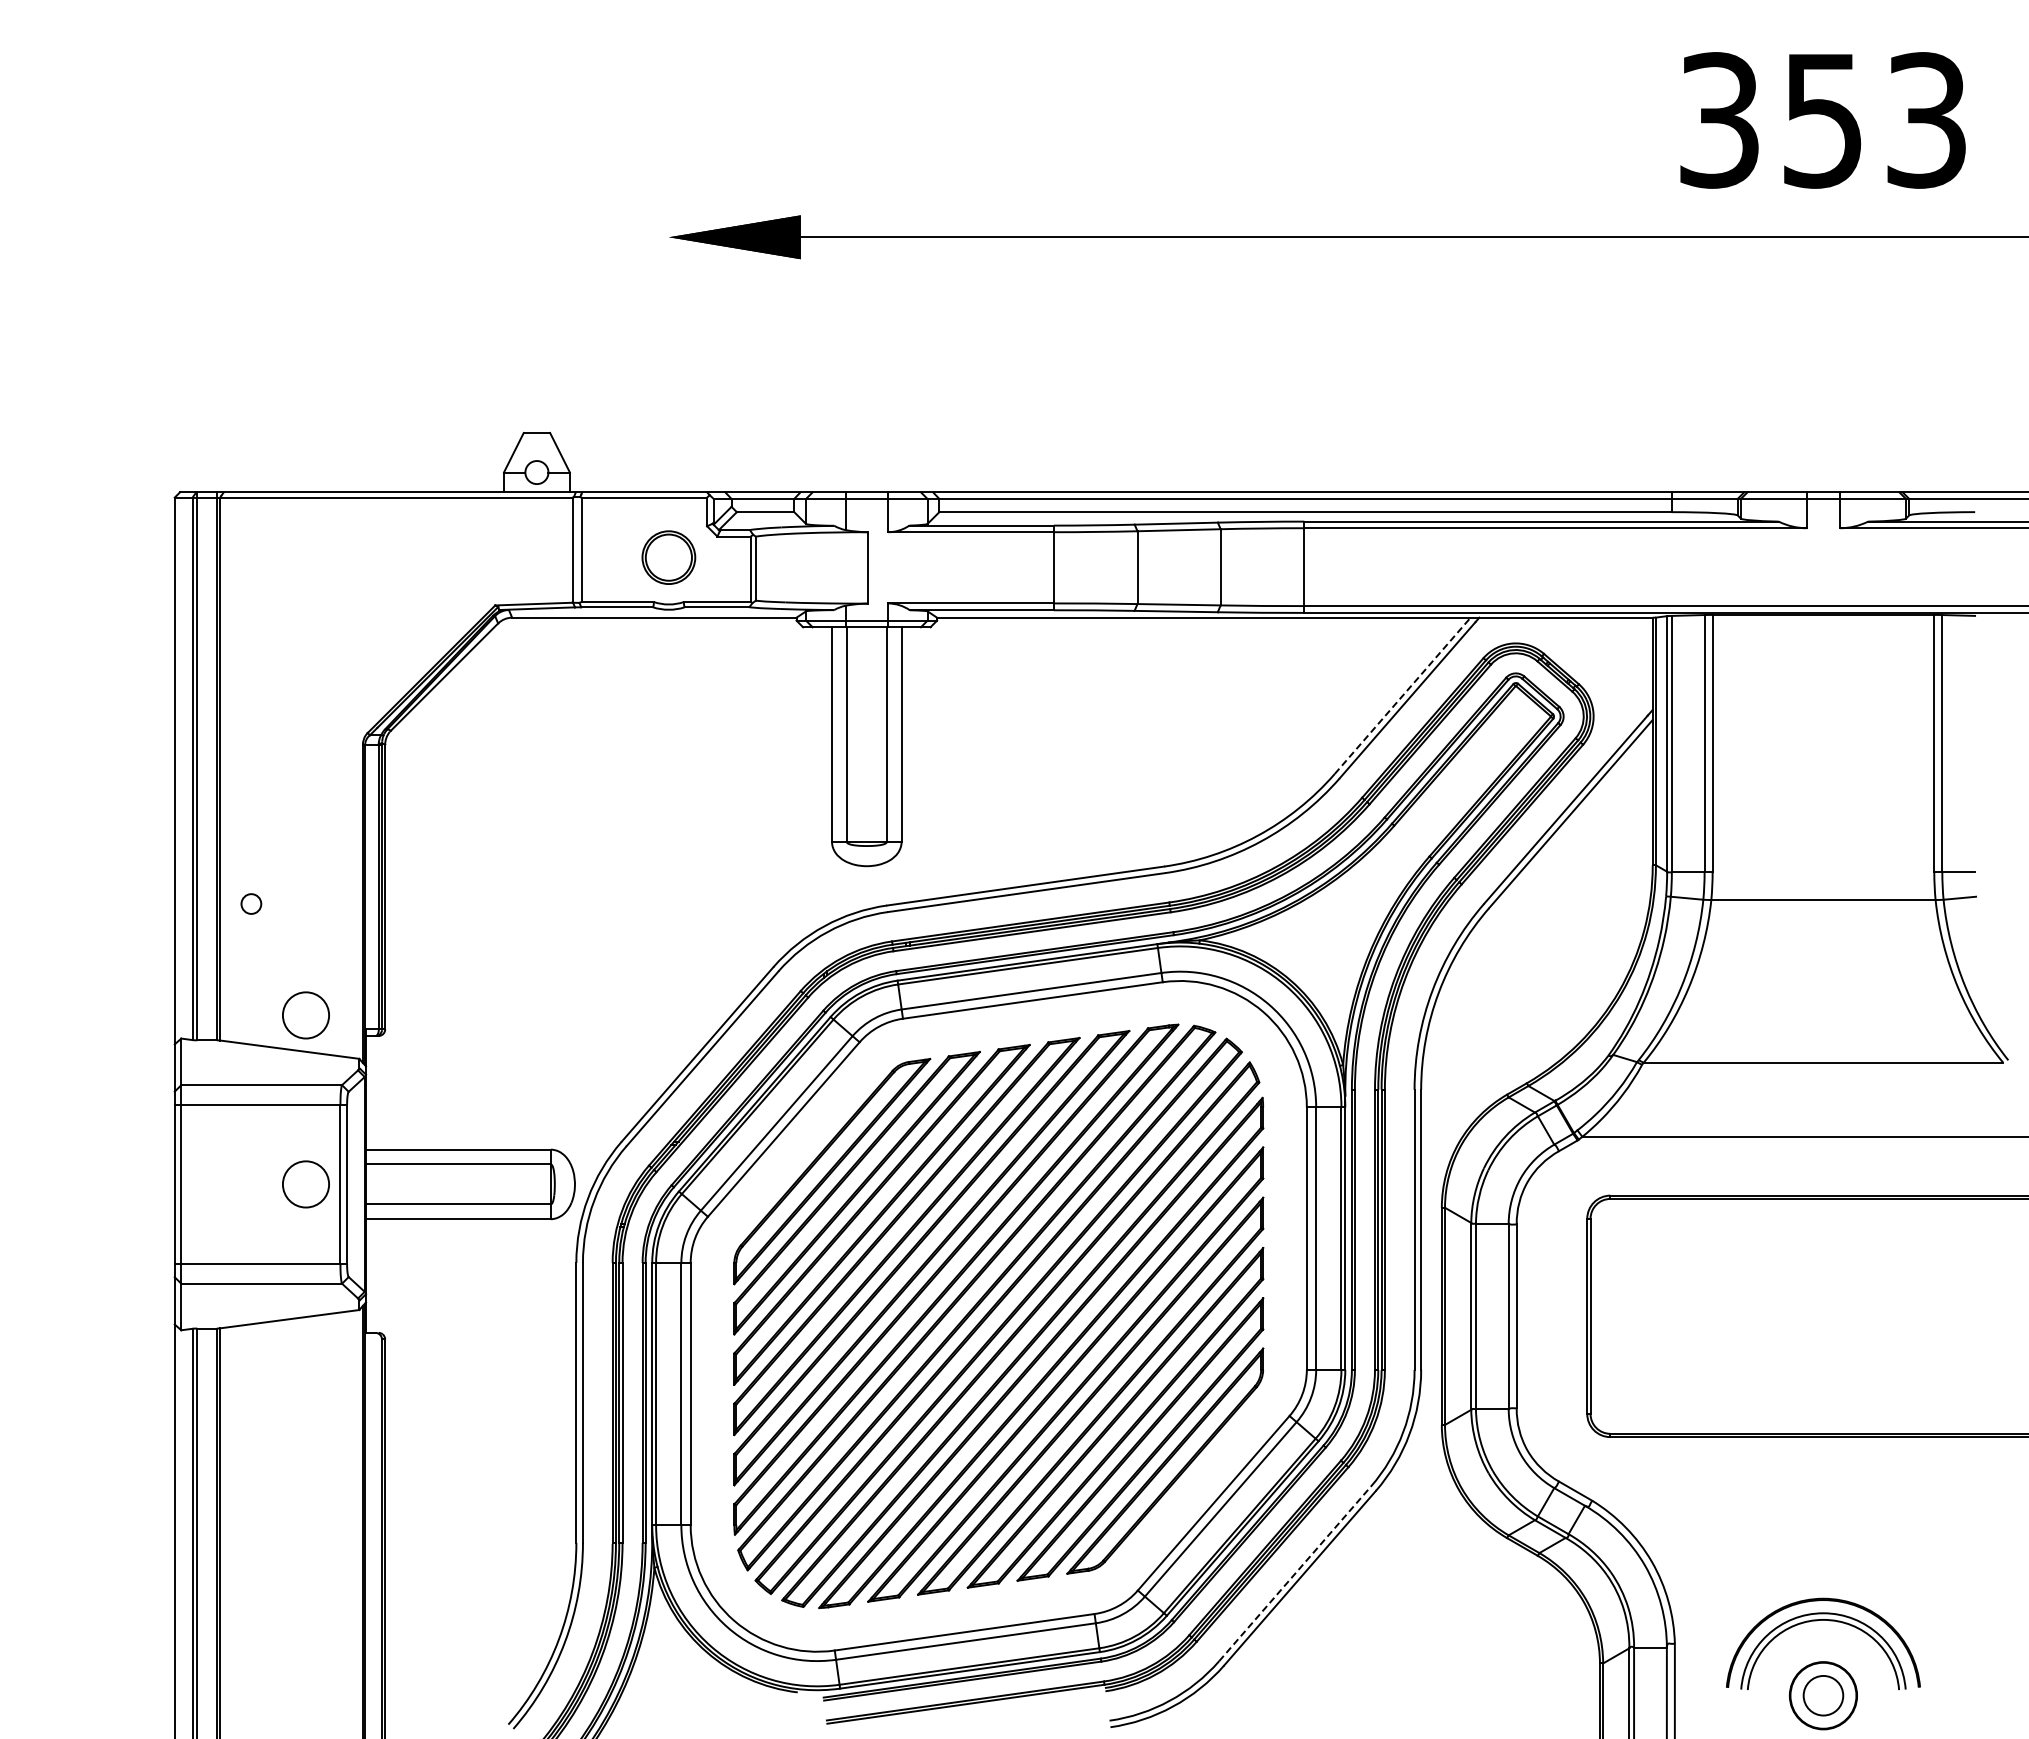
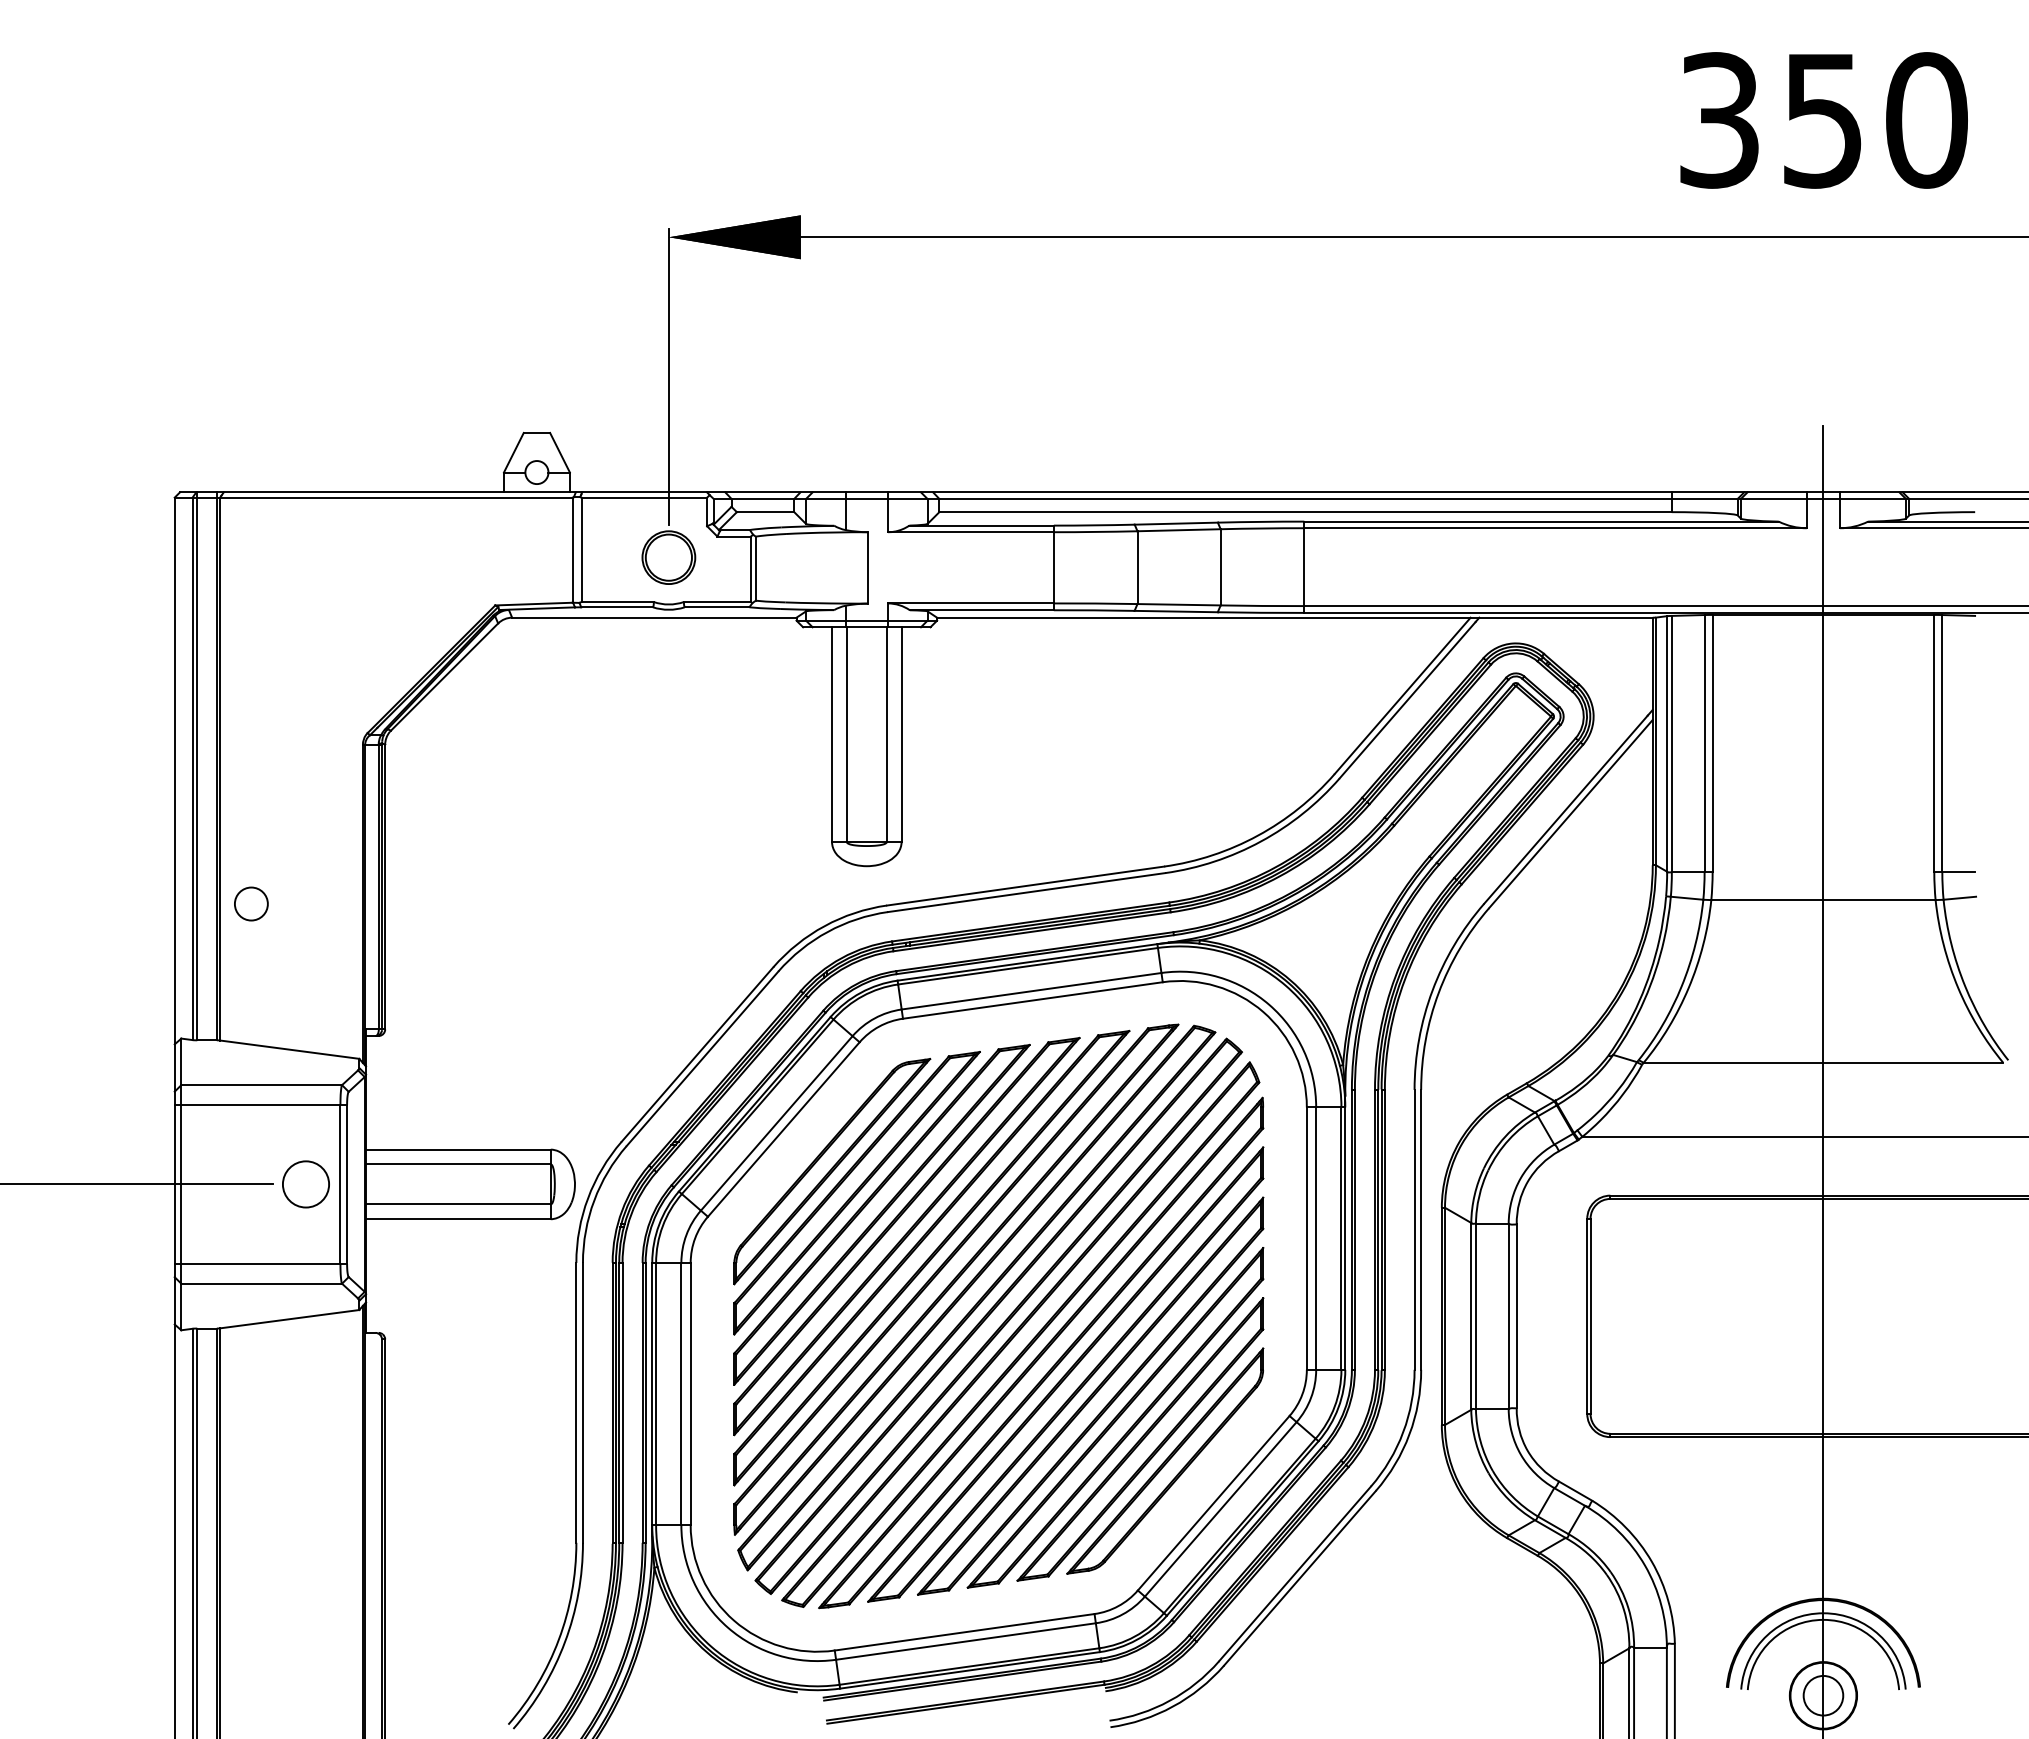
text at (1926, 120): 353 -> 350
line at (668, 376): none -> present
line at (1402, 695): dashed -> solid
circle at (251, 903) diameter: 20 px -> 33 px
circle at (305, 1015): present -> none
line at (1823, 1080): none -> present
line at (137, 1184): none -> present
line at (1295, 1573): dashed -> solid
